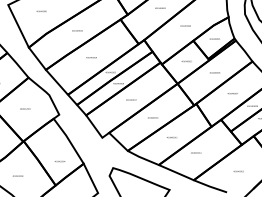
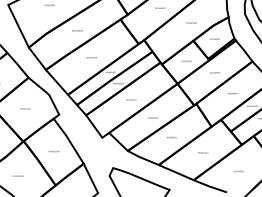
text at (41, 10) position: (41, 10) -> (49, 4)
text at (185, 25) position: (185, 25) -> (191, 22)
text at (196, 152) position: (196, 152) -> (203, 152)
text at (59, 161) position: (59, 161) -> (53, 151)
